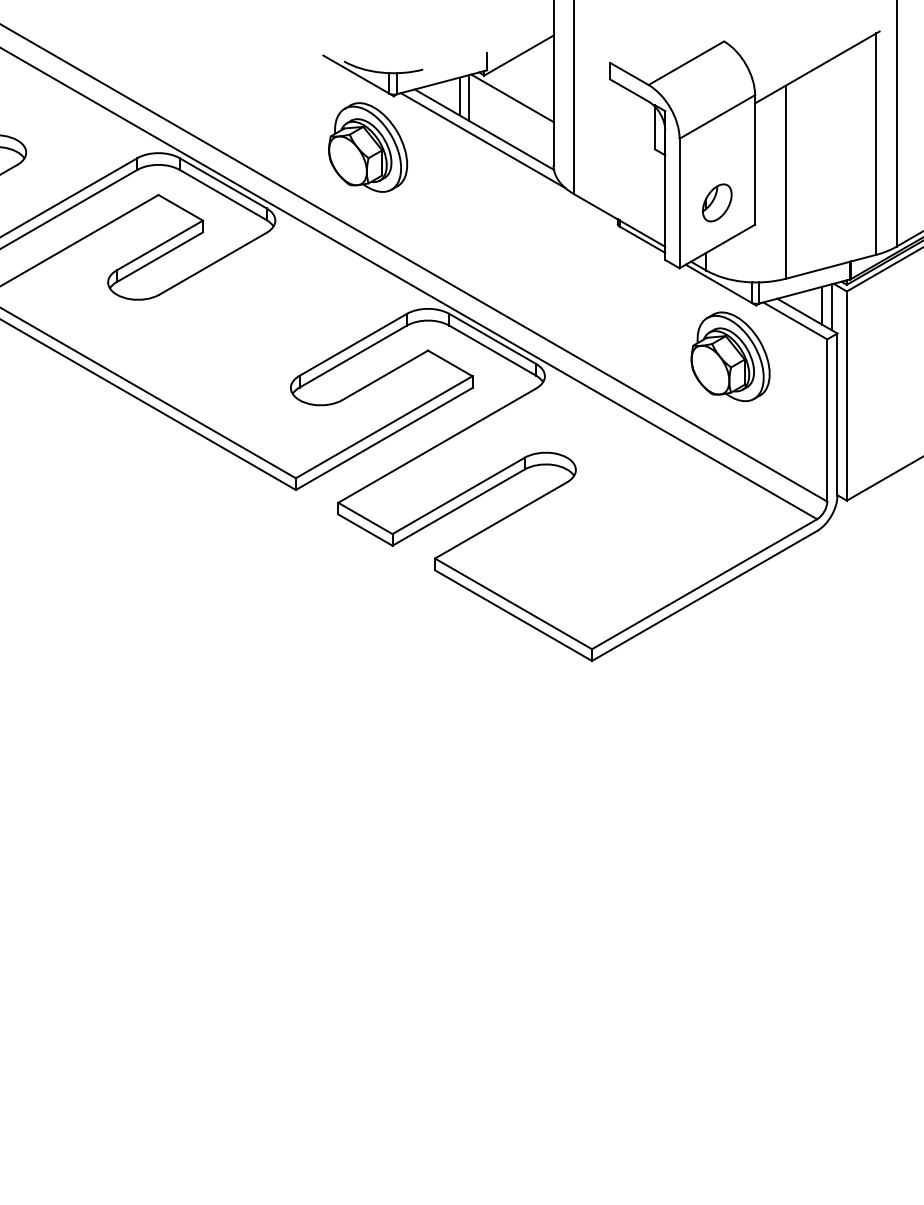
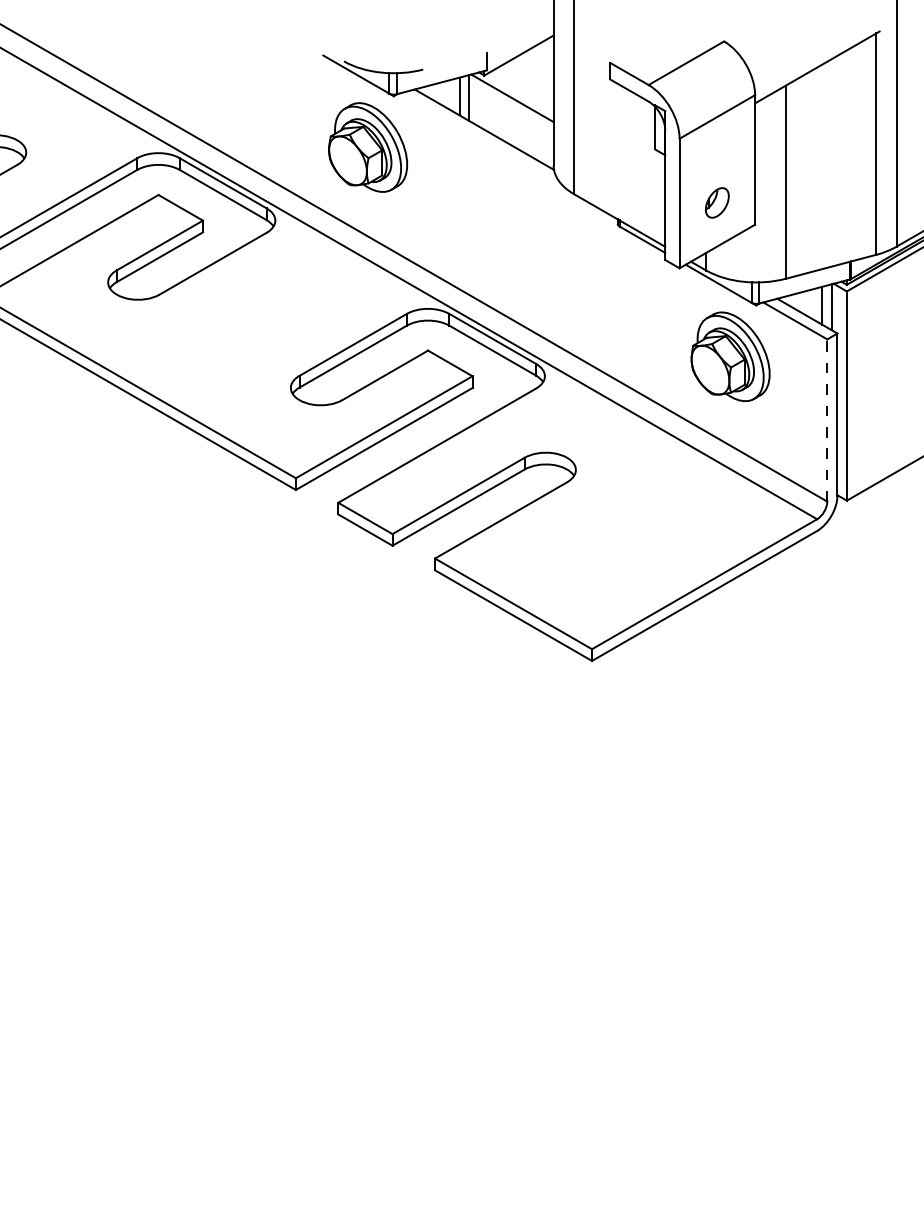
line at (482, 140): present -> none
part at (717, 202) size: 31x40 px -> 25x32 px
line at (827, 420): solid -> dashed
